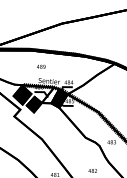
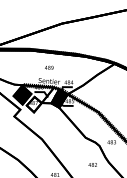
text at (41, 66) position: (41, 66) -> (49, 67)
fill at (33, 104): present -> none
text at (92, 170) position: (92, 170) -> (92, 164)
